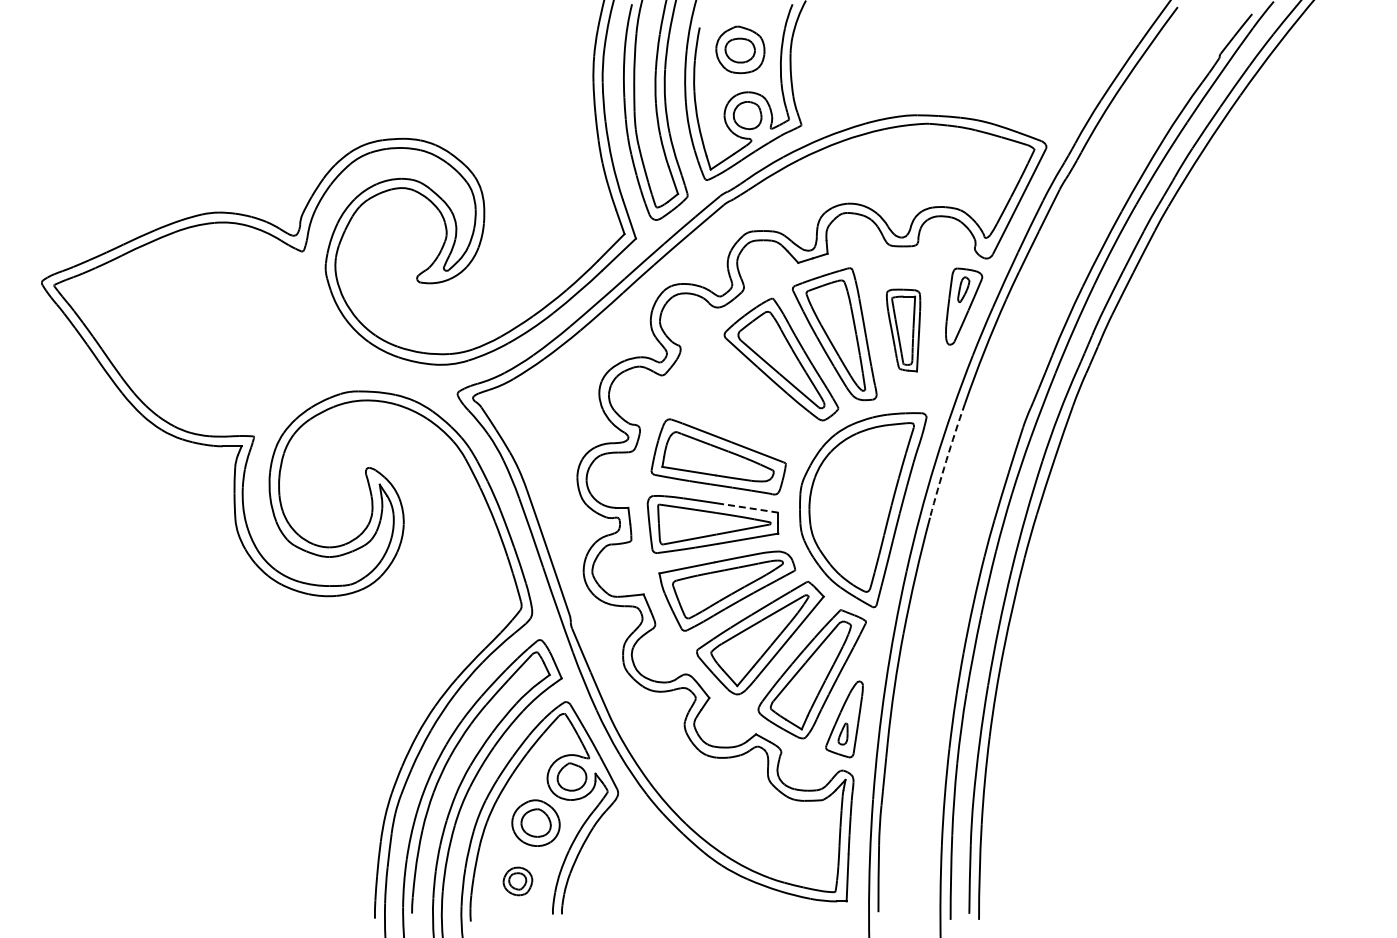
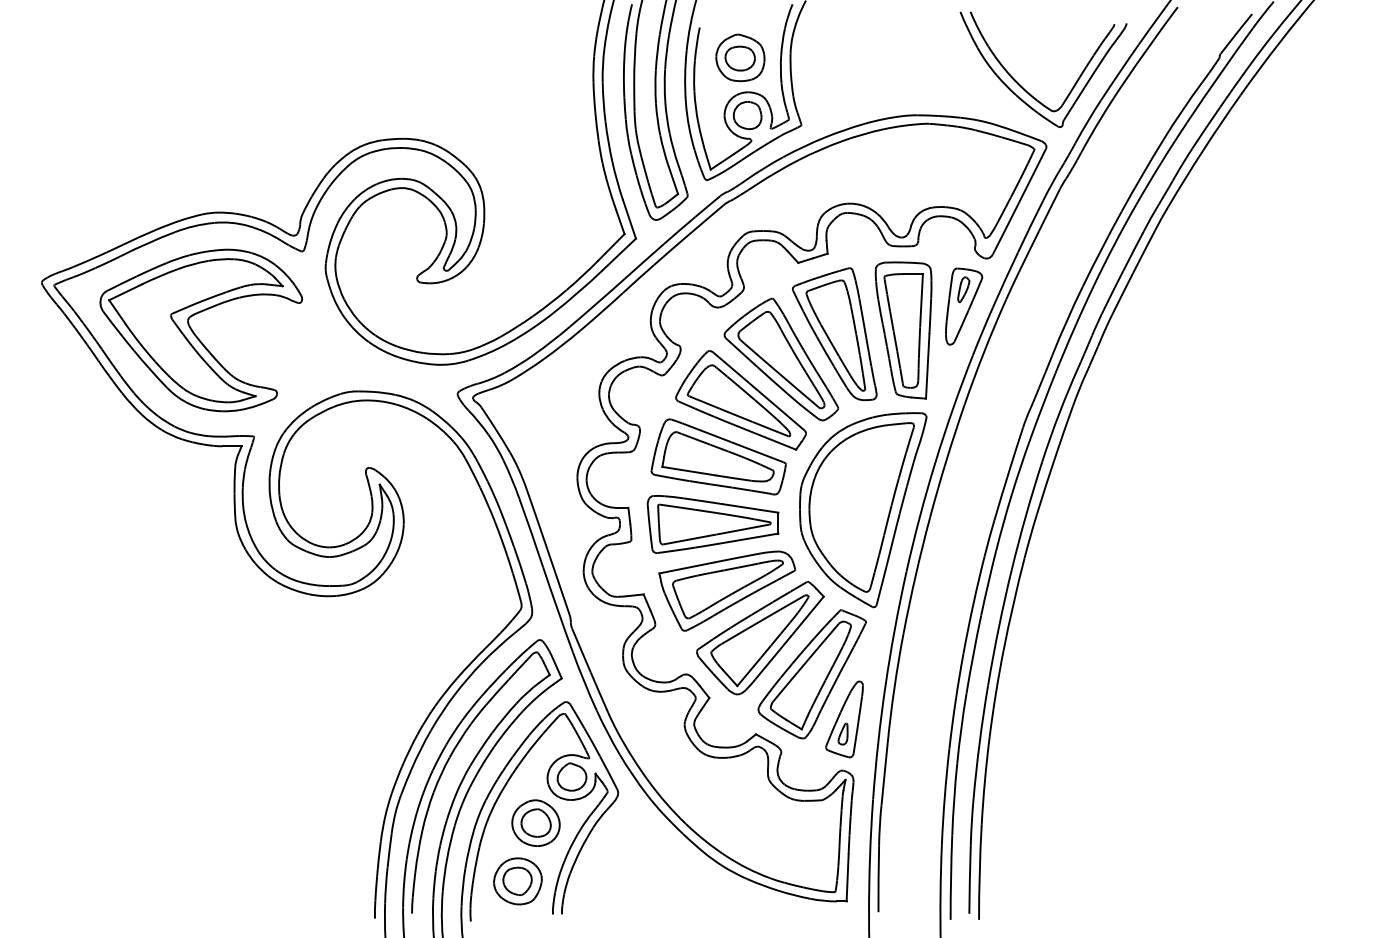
part at (740, 49) position: (740, 49) -> (740, 57)
part at (1024, 88): none -> present
part at (200, 330): none -> present
part at (903, 330) size: 36x85 px -> 59x139 px
part at (740, 400): none -> present
arc at (946, 460): dashed -> solid
line at (750, 508): dashed -> solid
part at (517, 881) size: 32x31 px -> 50x49 px
